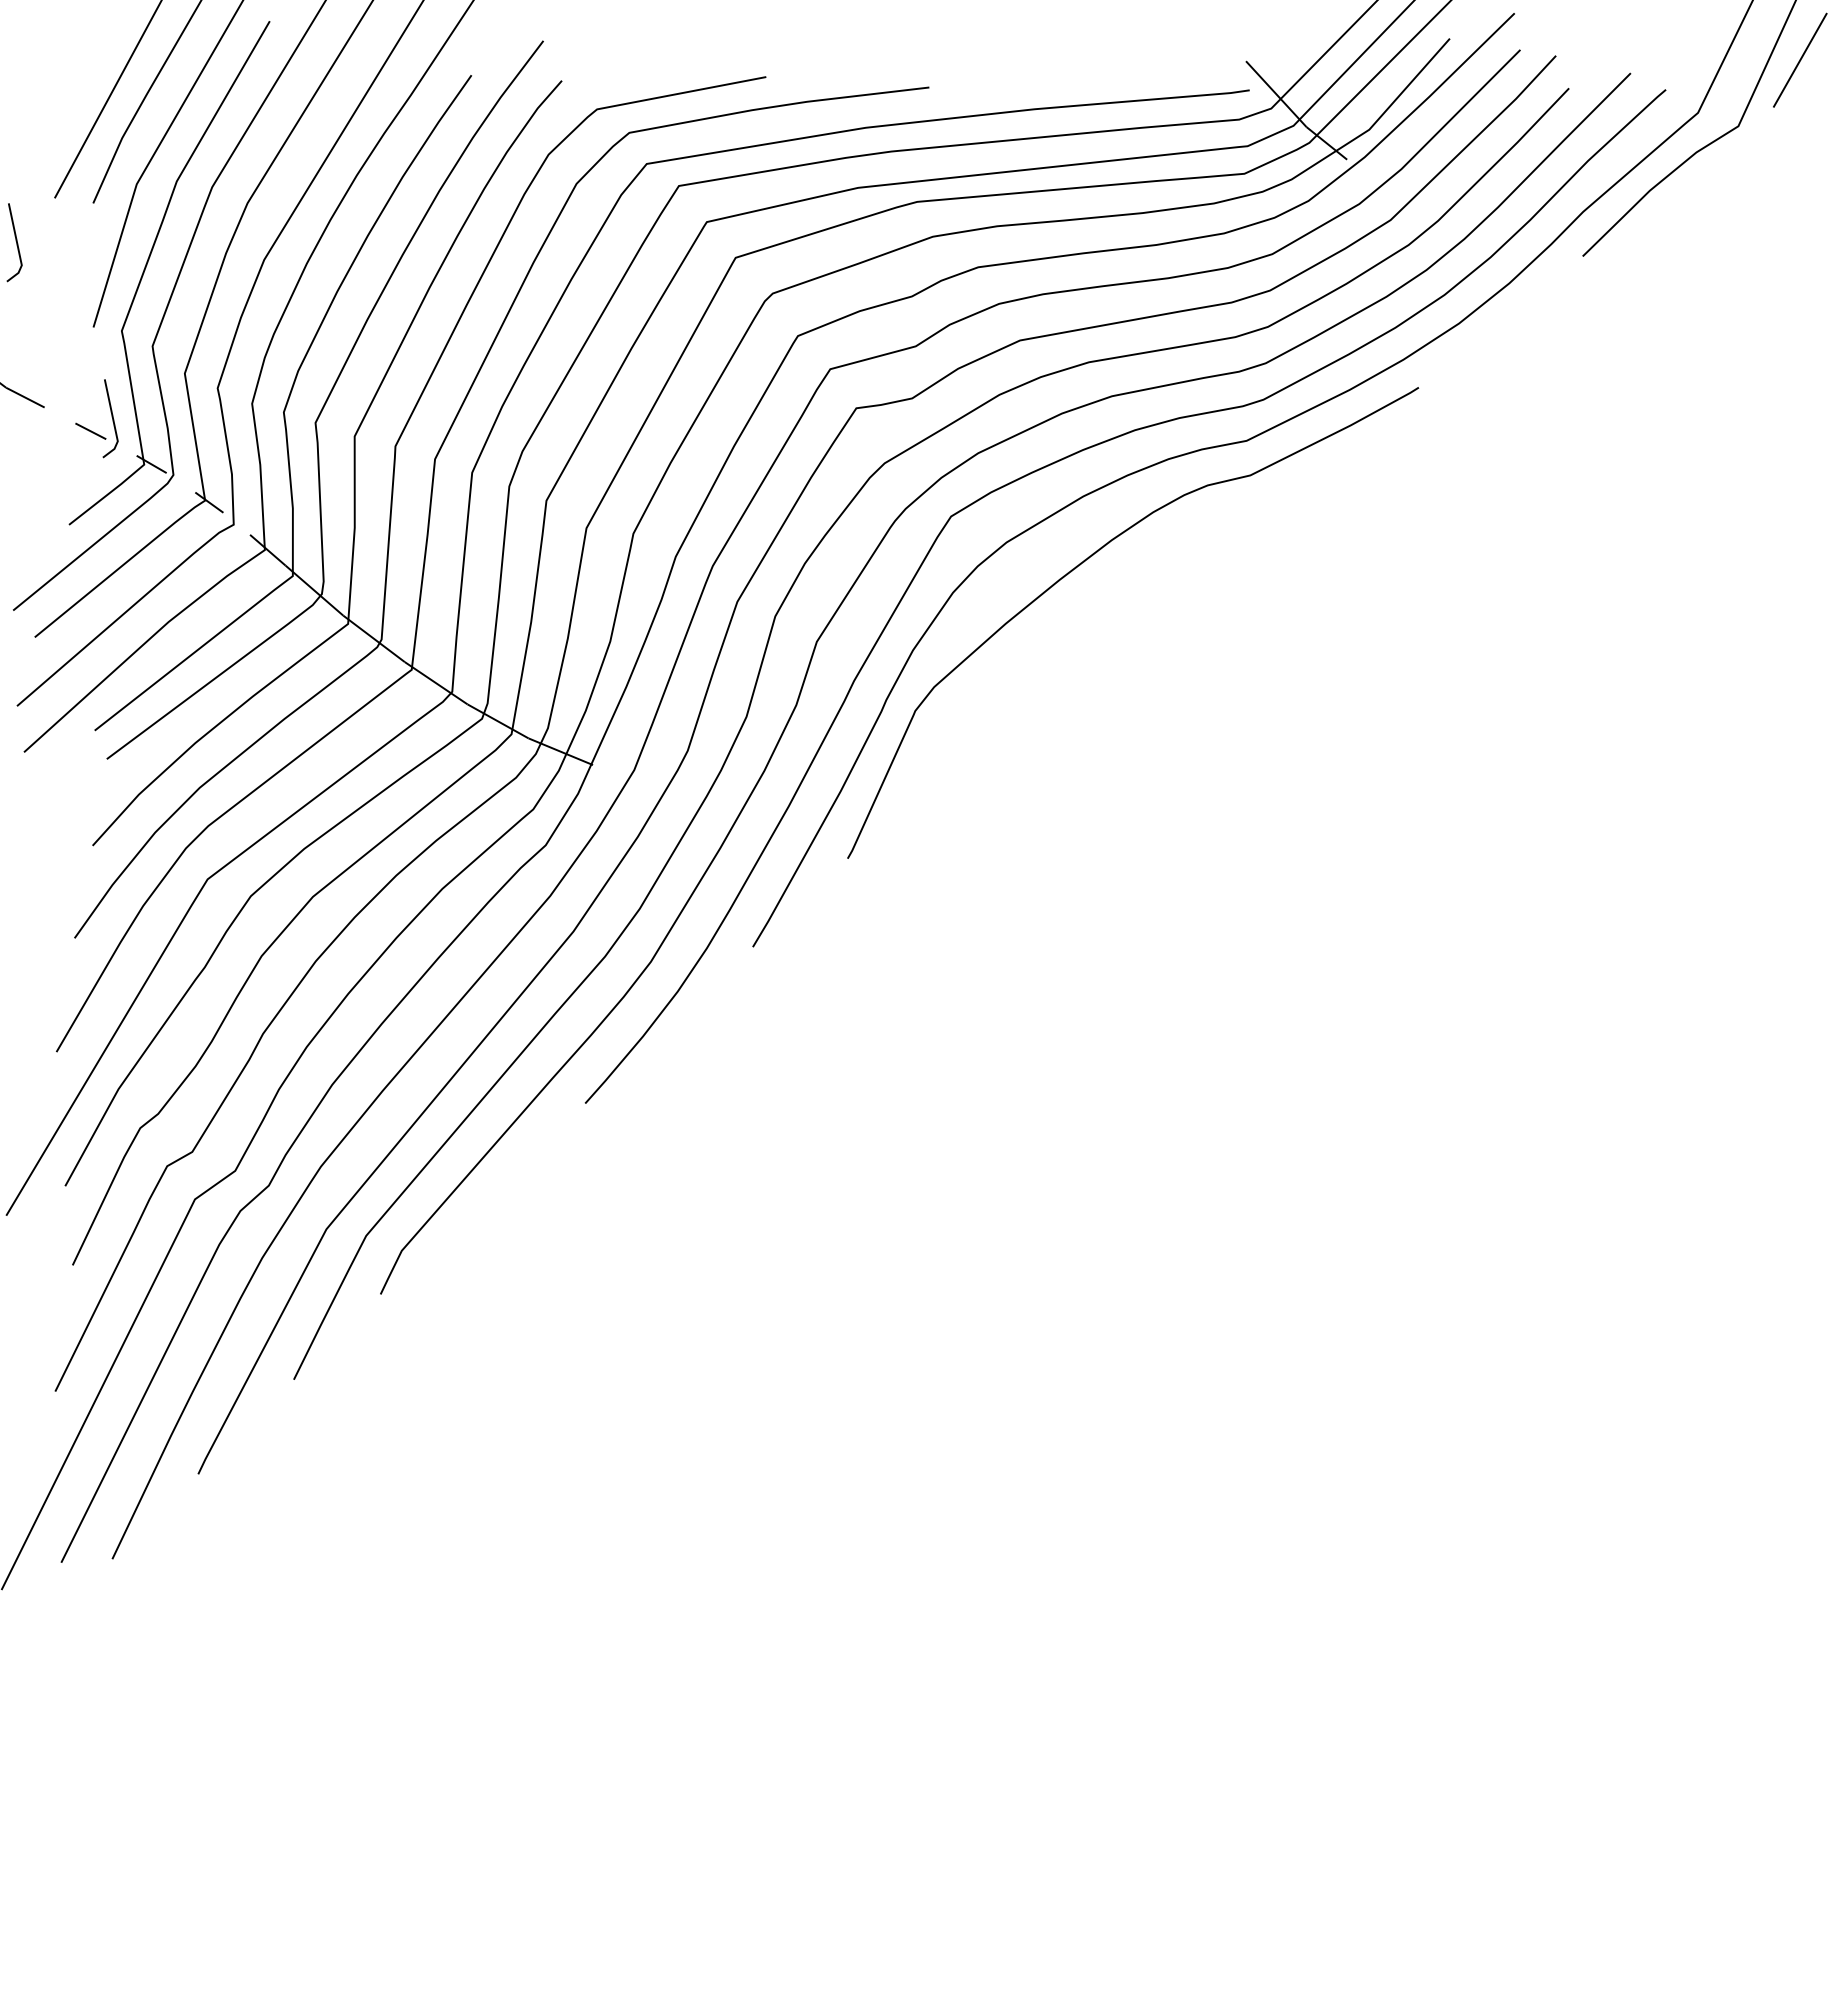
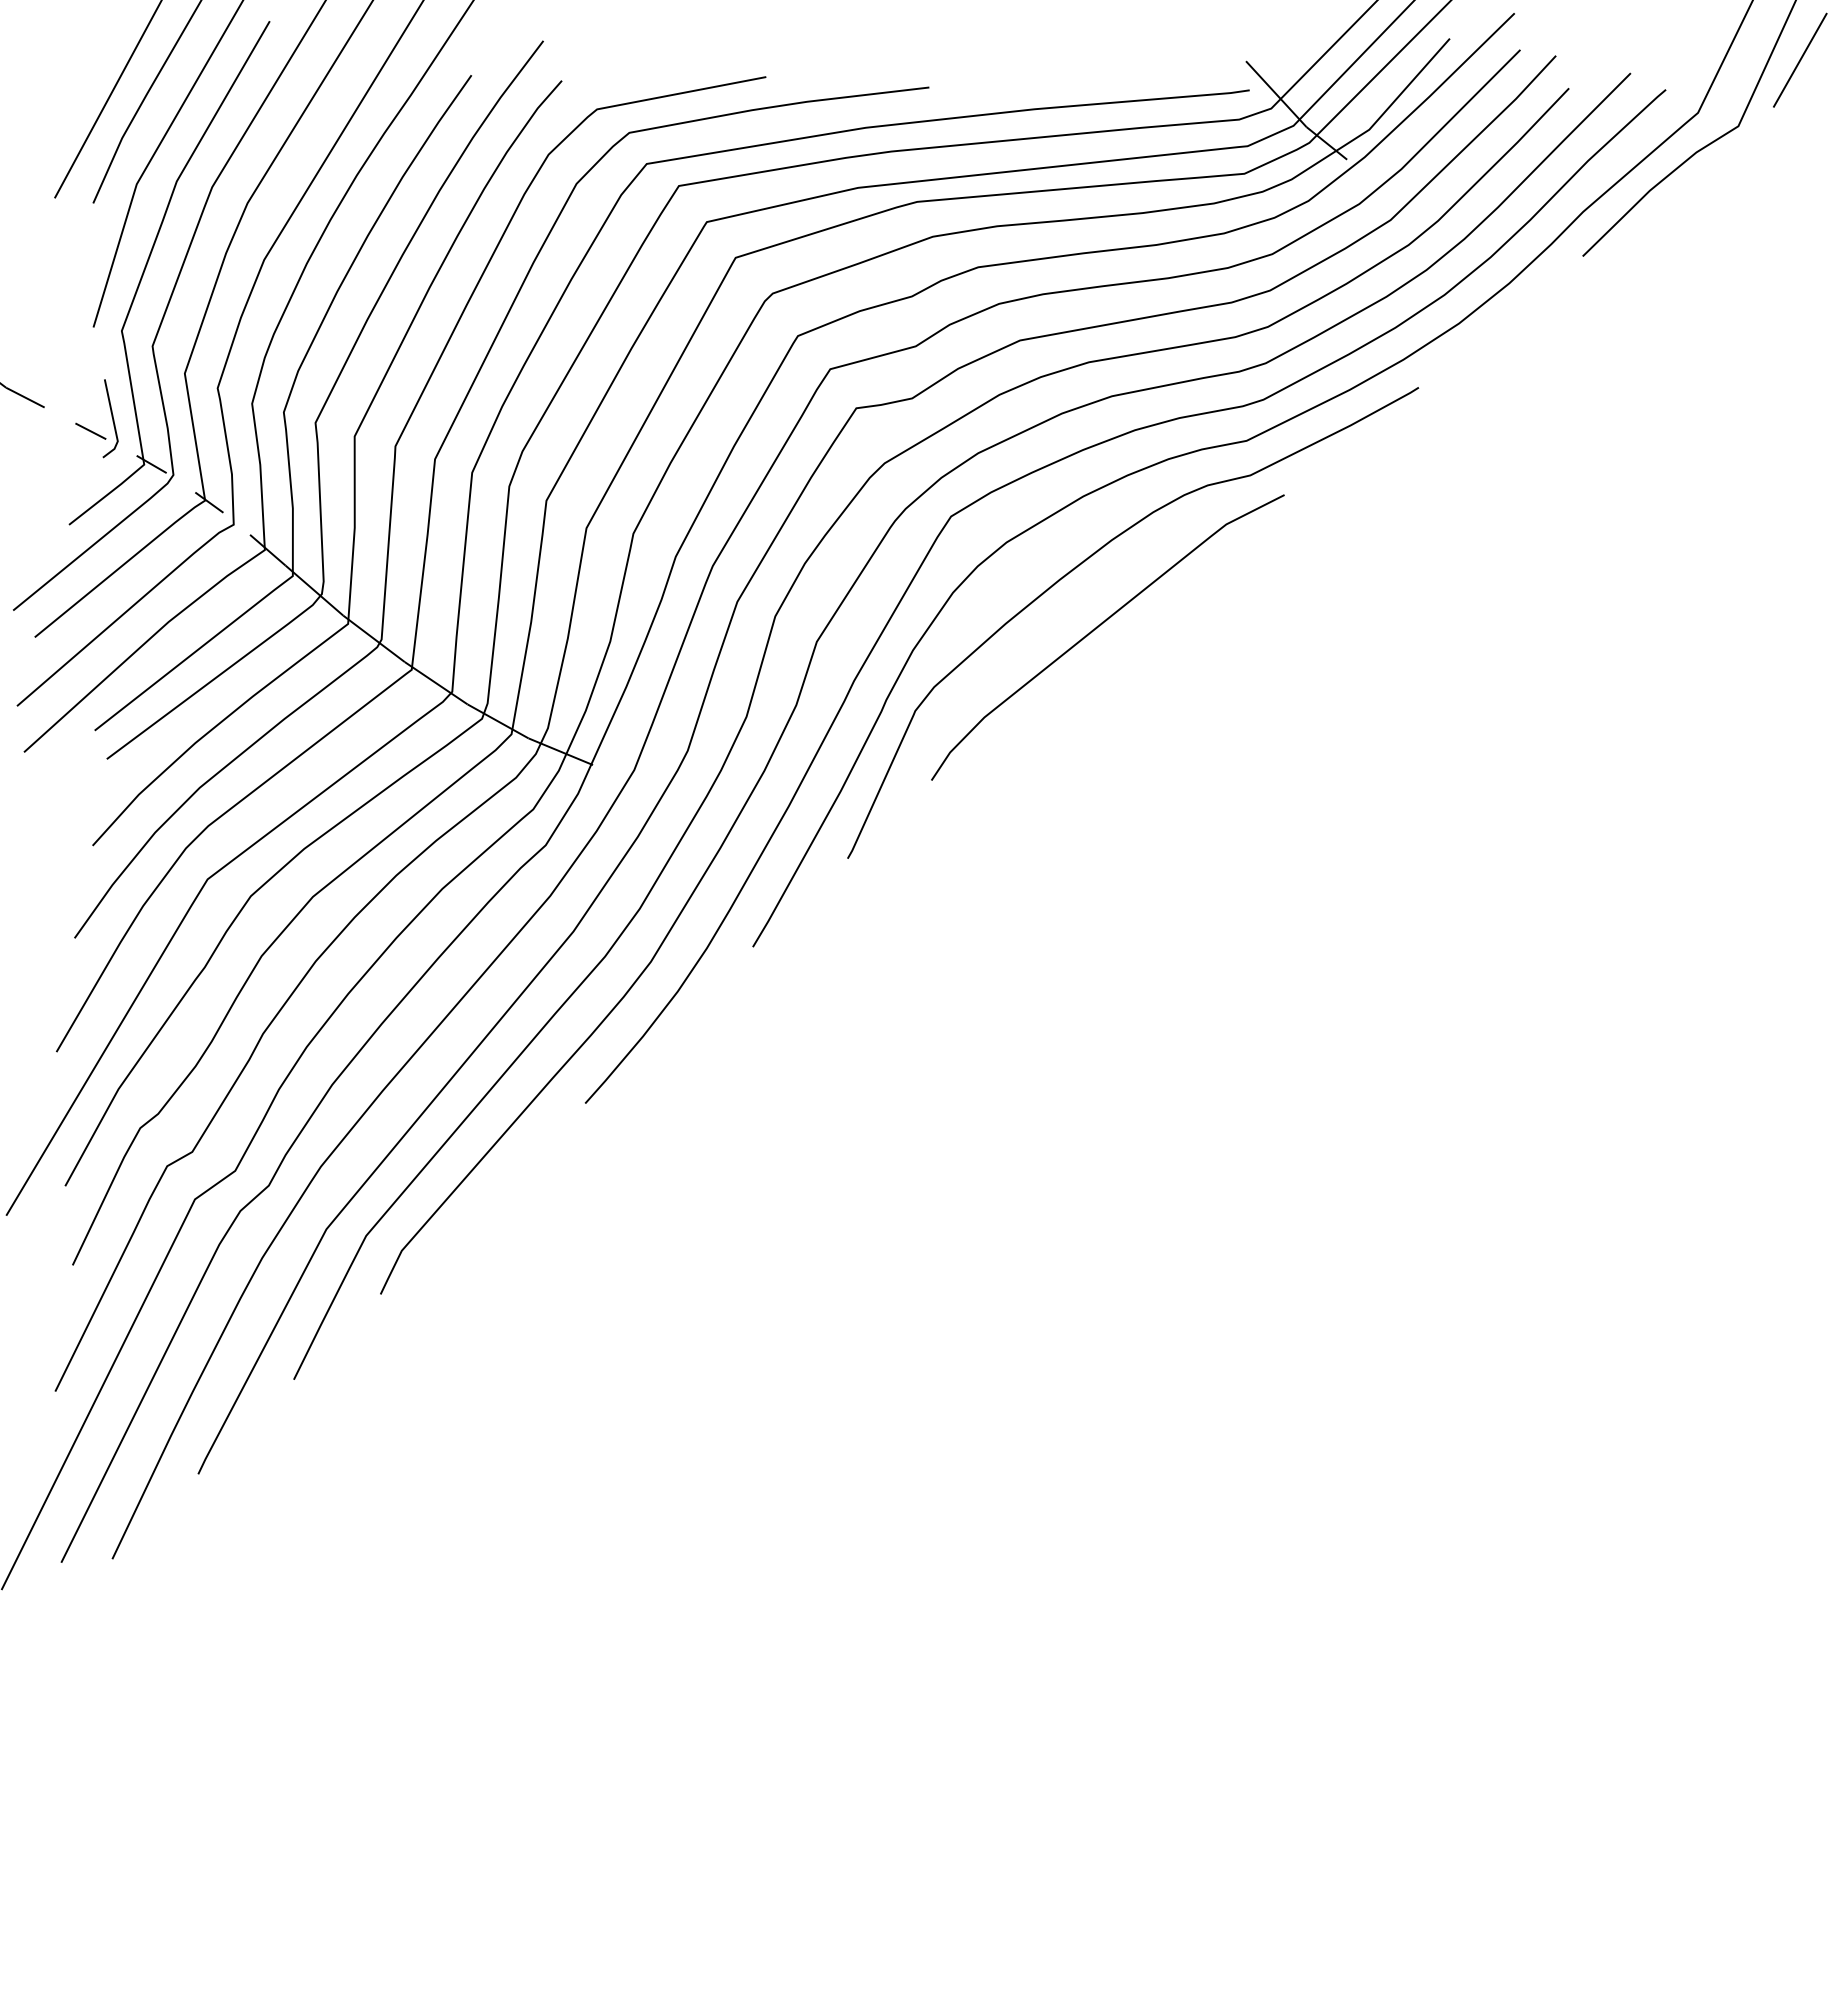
line at (15, 241): present -> none
curve at (1101, 625): none -> present
